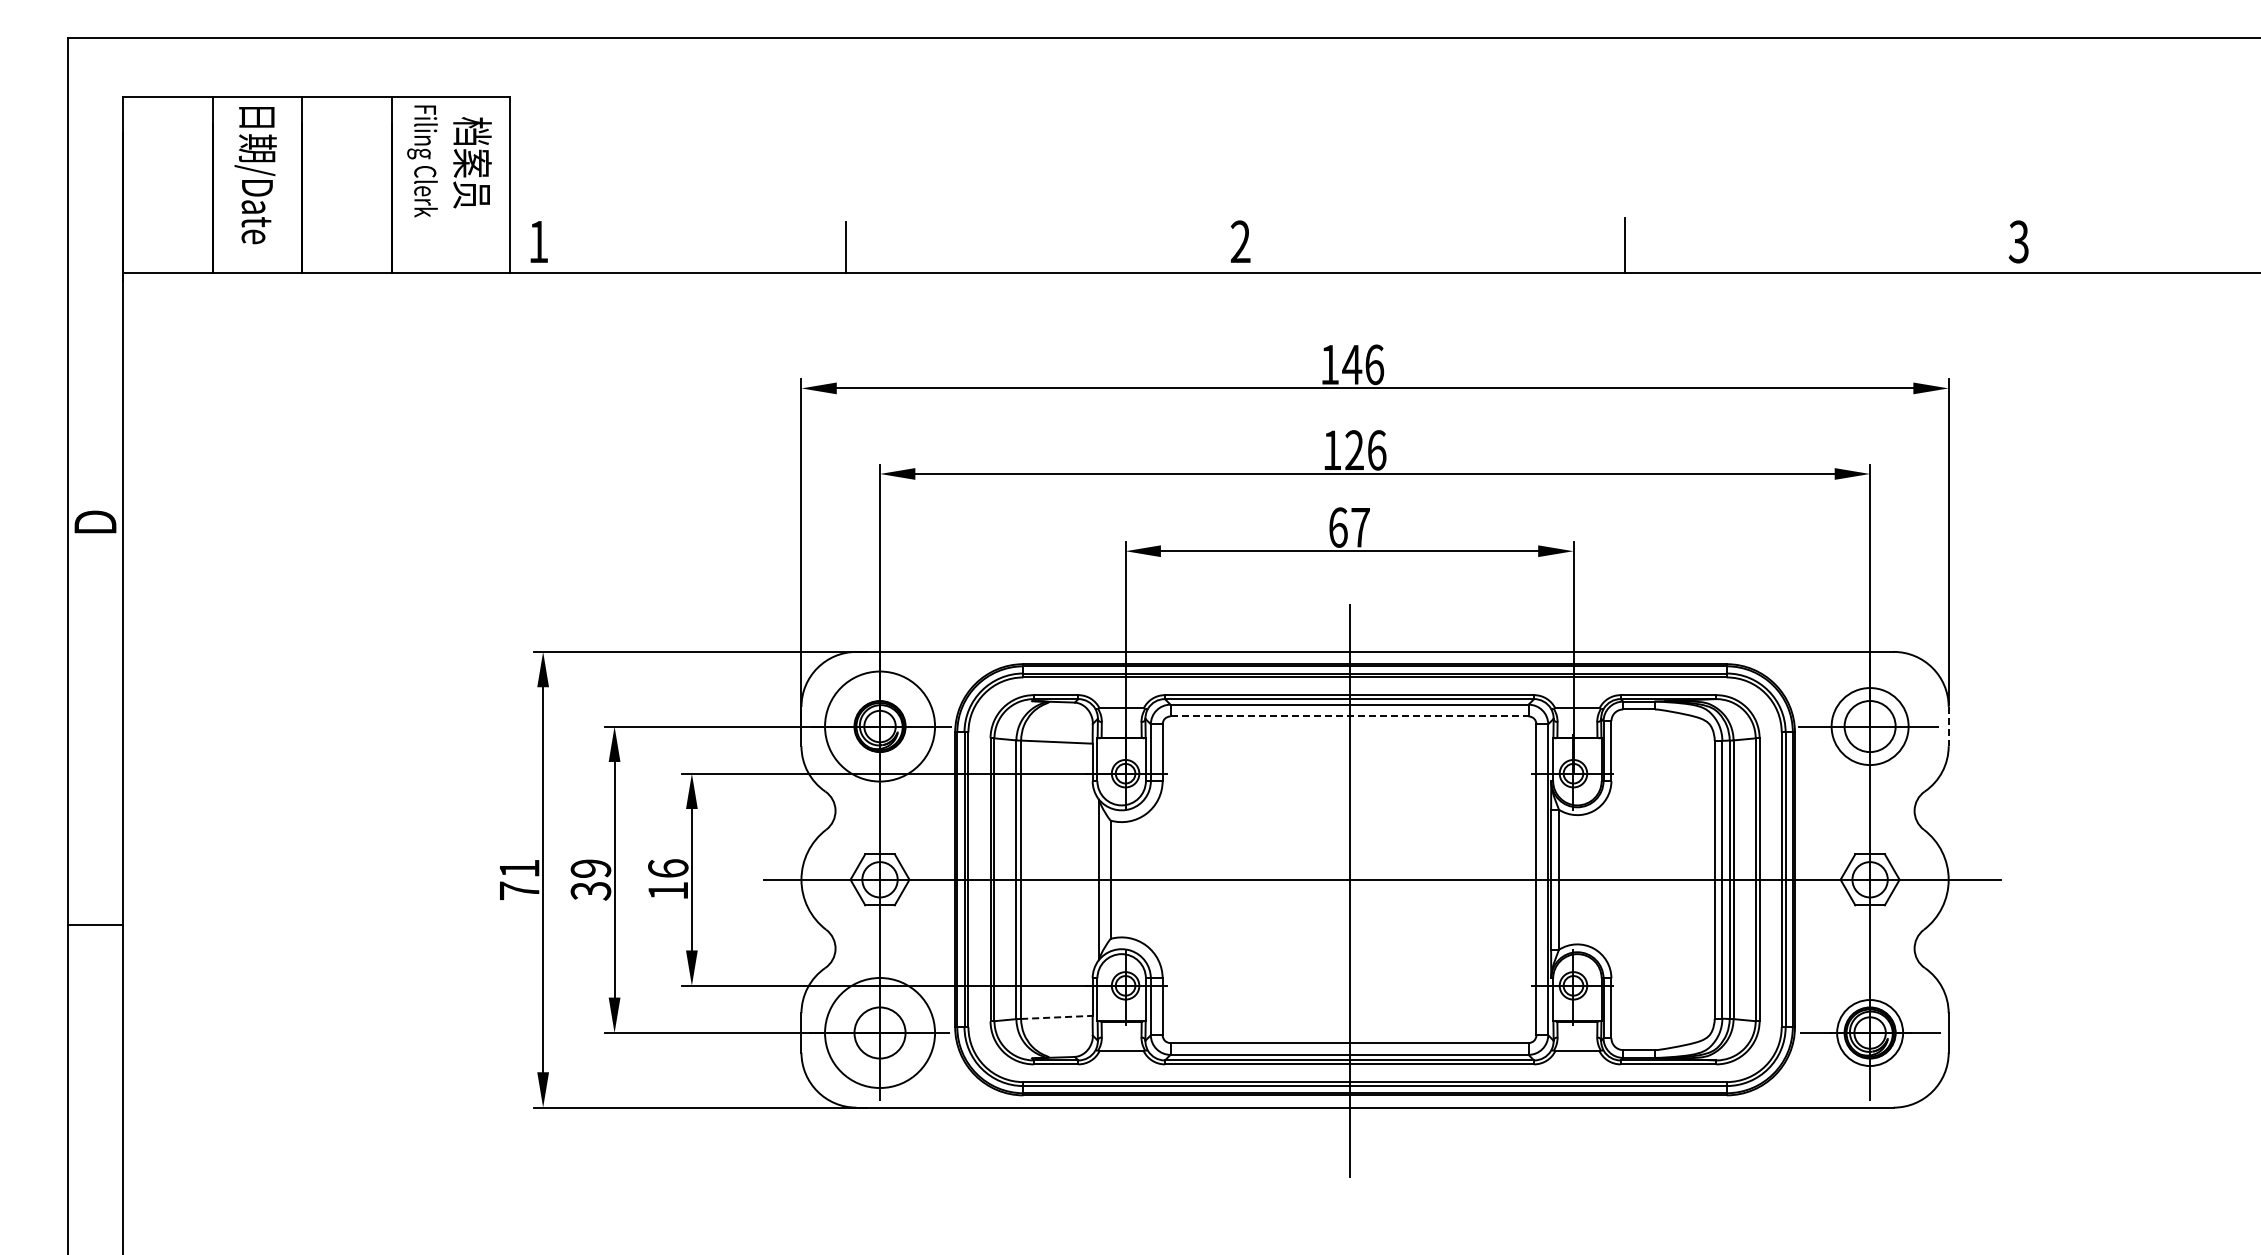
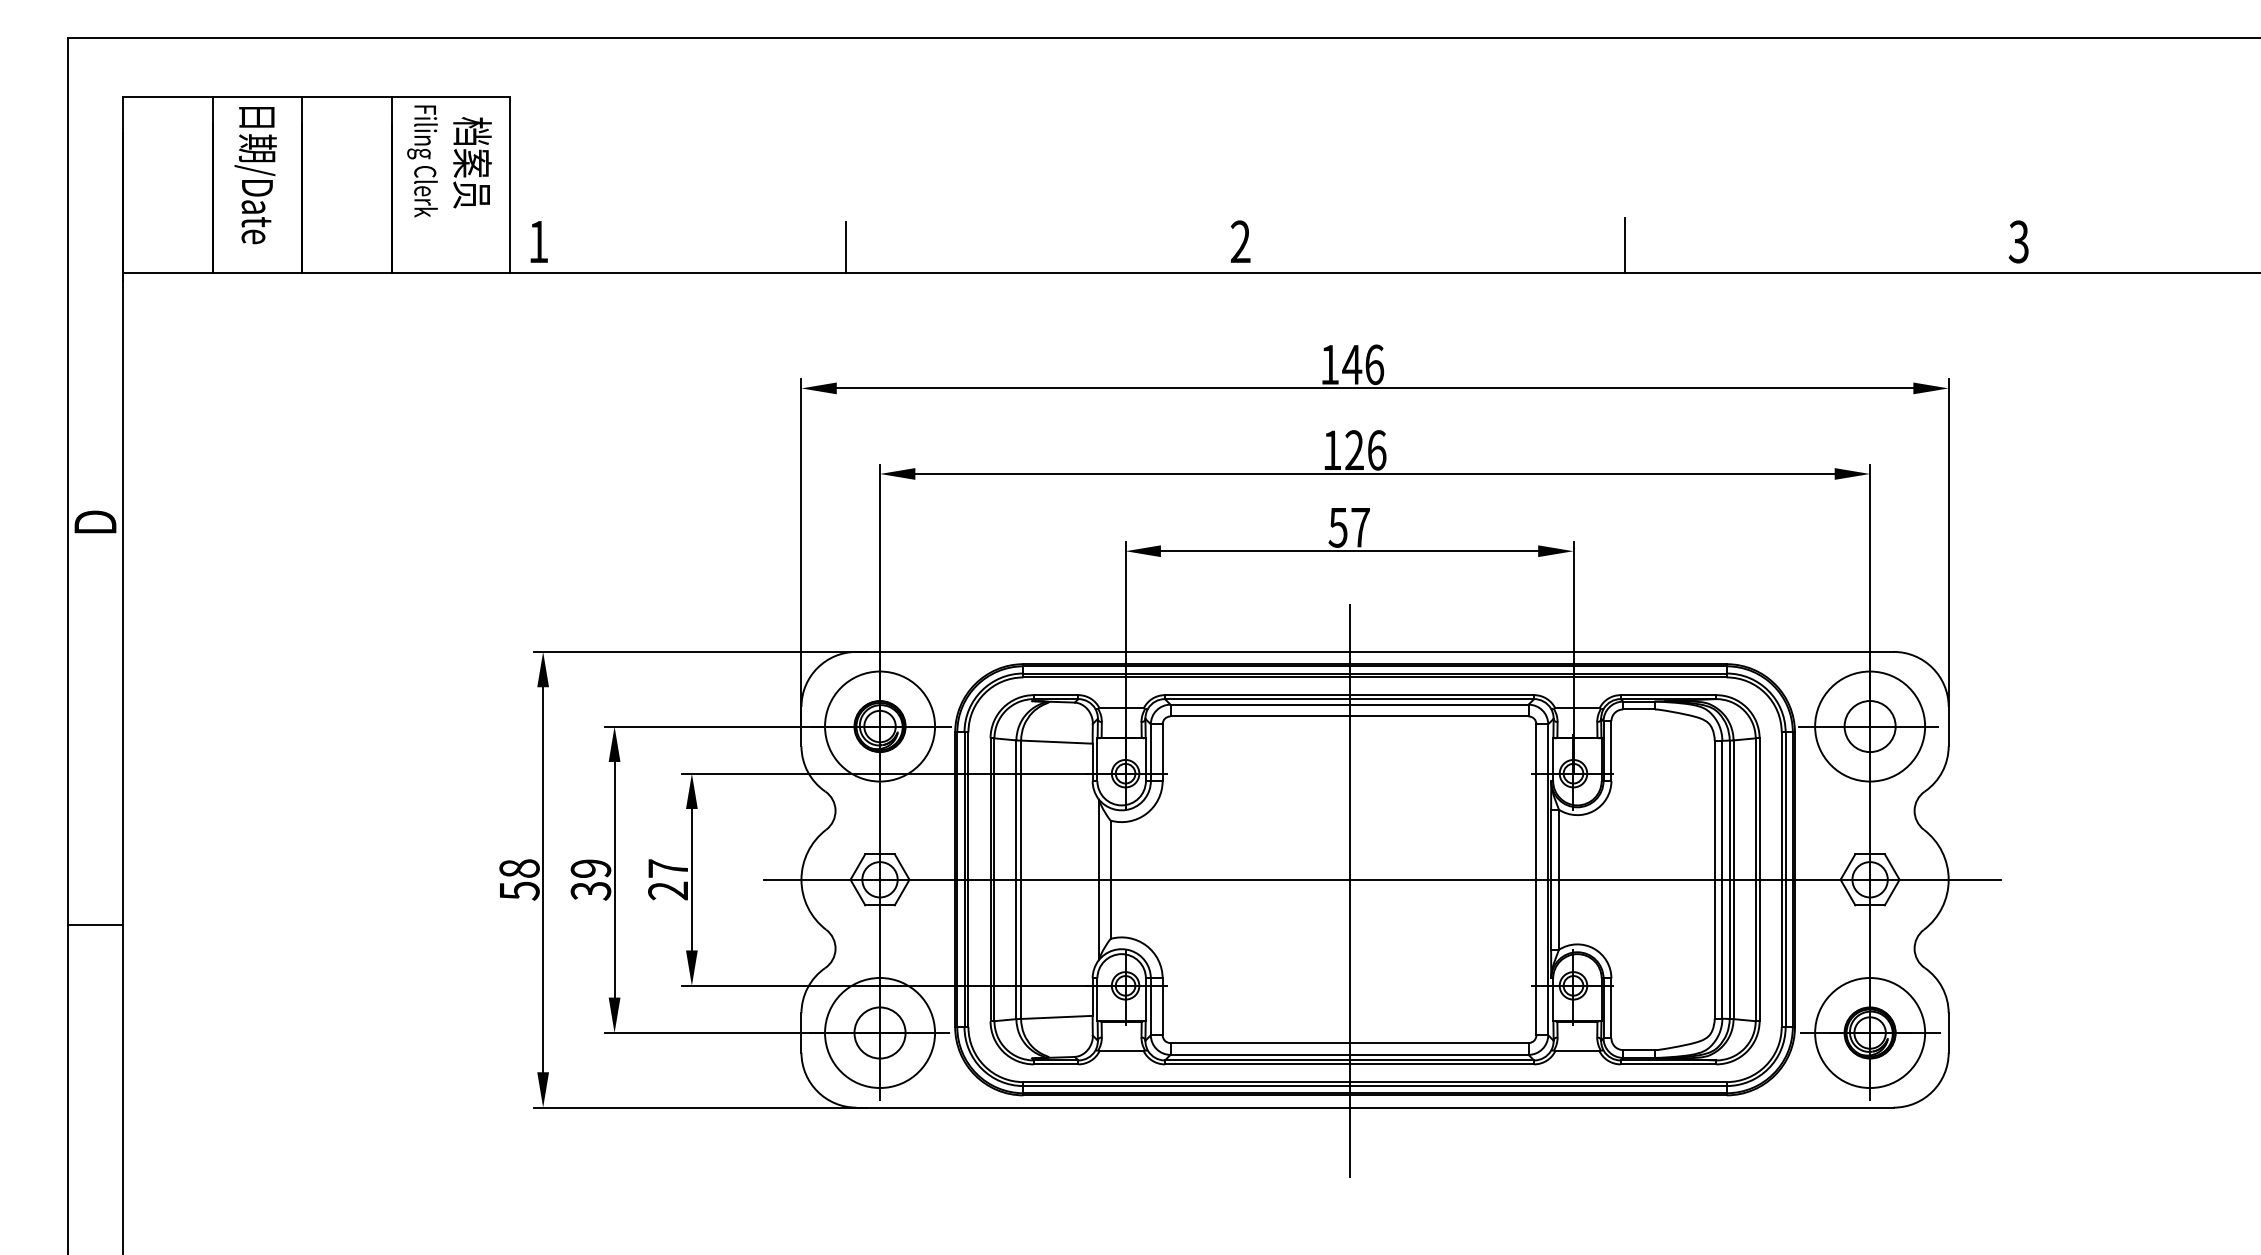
text at (1337, 527): 67 -> 57
line at (1350, 716): dashed -> solid
circle at (1869, 726) diameter: 77 px -> 110 px
line at (1948, 726): dashed -> solid
text at (519, 879): 71 -> 58
text at (668, 879): 16 -> 27
line at (1056, 1017): dashed -> solid
circle at (1870, 1033) diameter: 66 px -> 110 px
